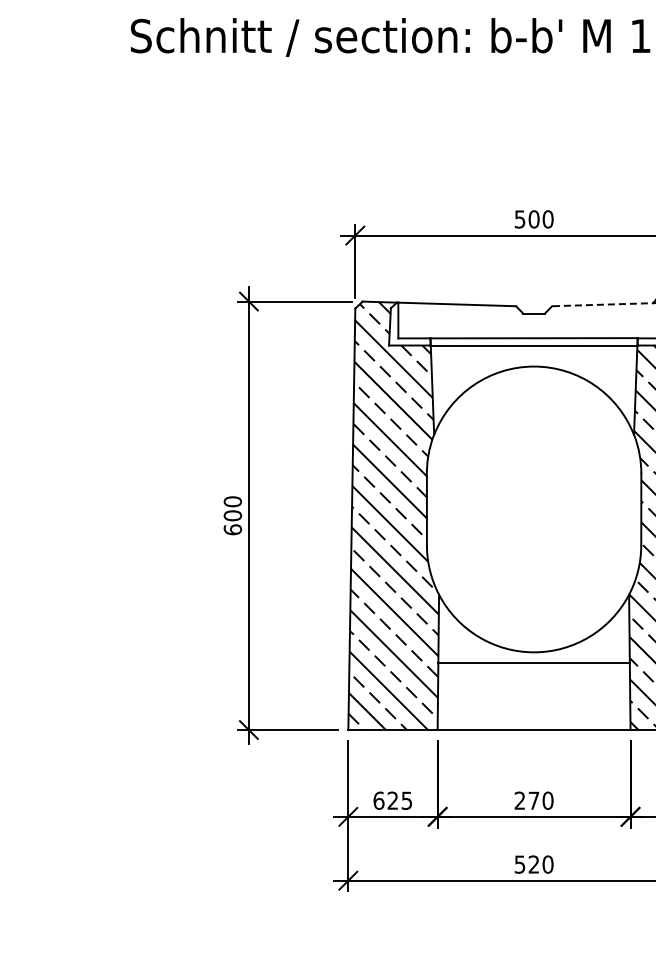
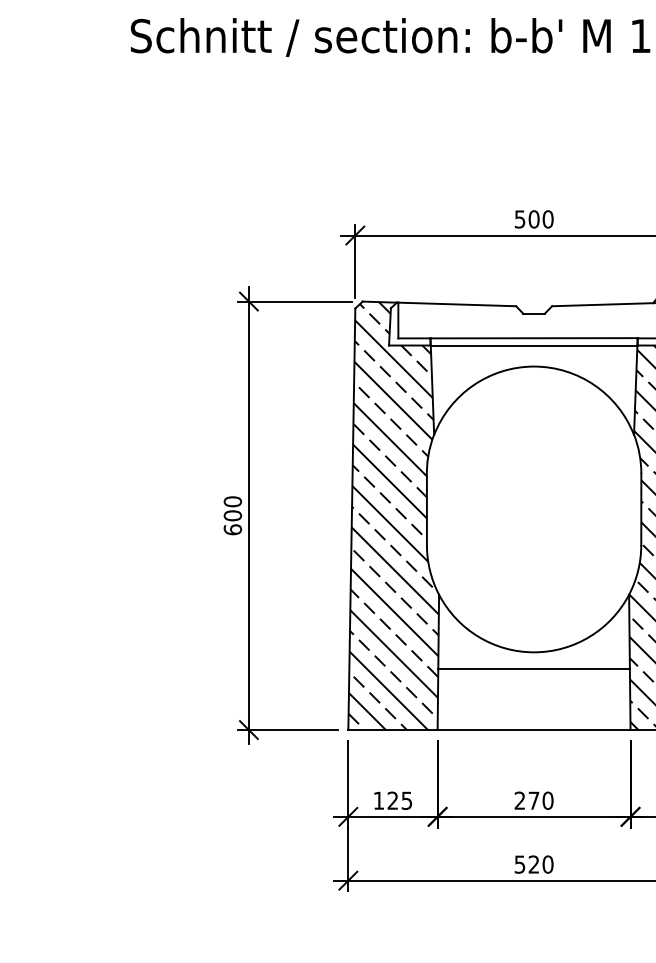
line at (603, 304): dashed -> solid
line at (533, 662) position: (533, 662) -> (533, 668)
text at (378, 800): 625 -> 125
